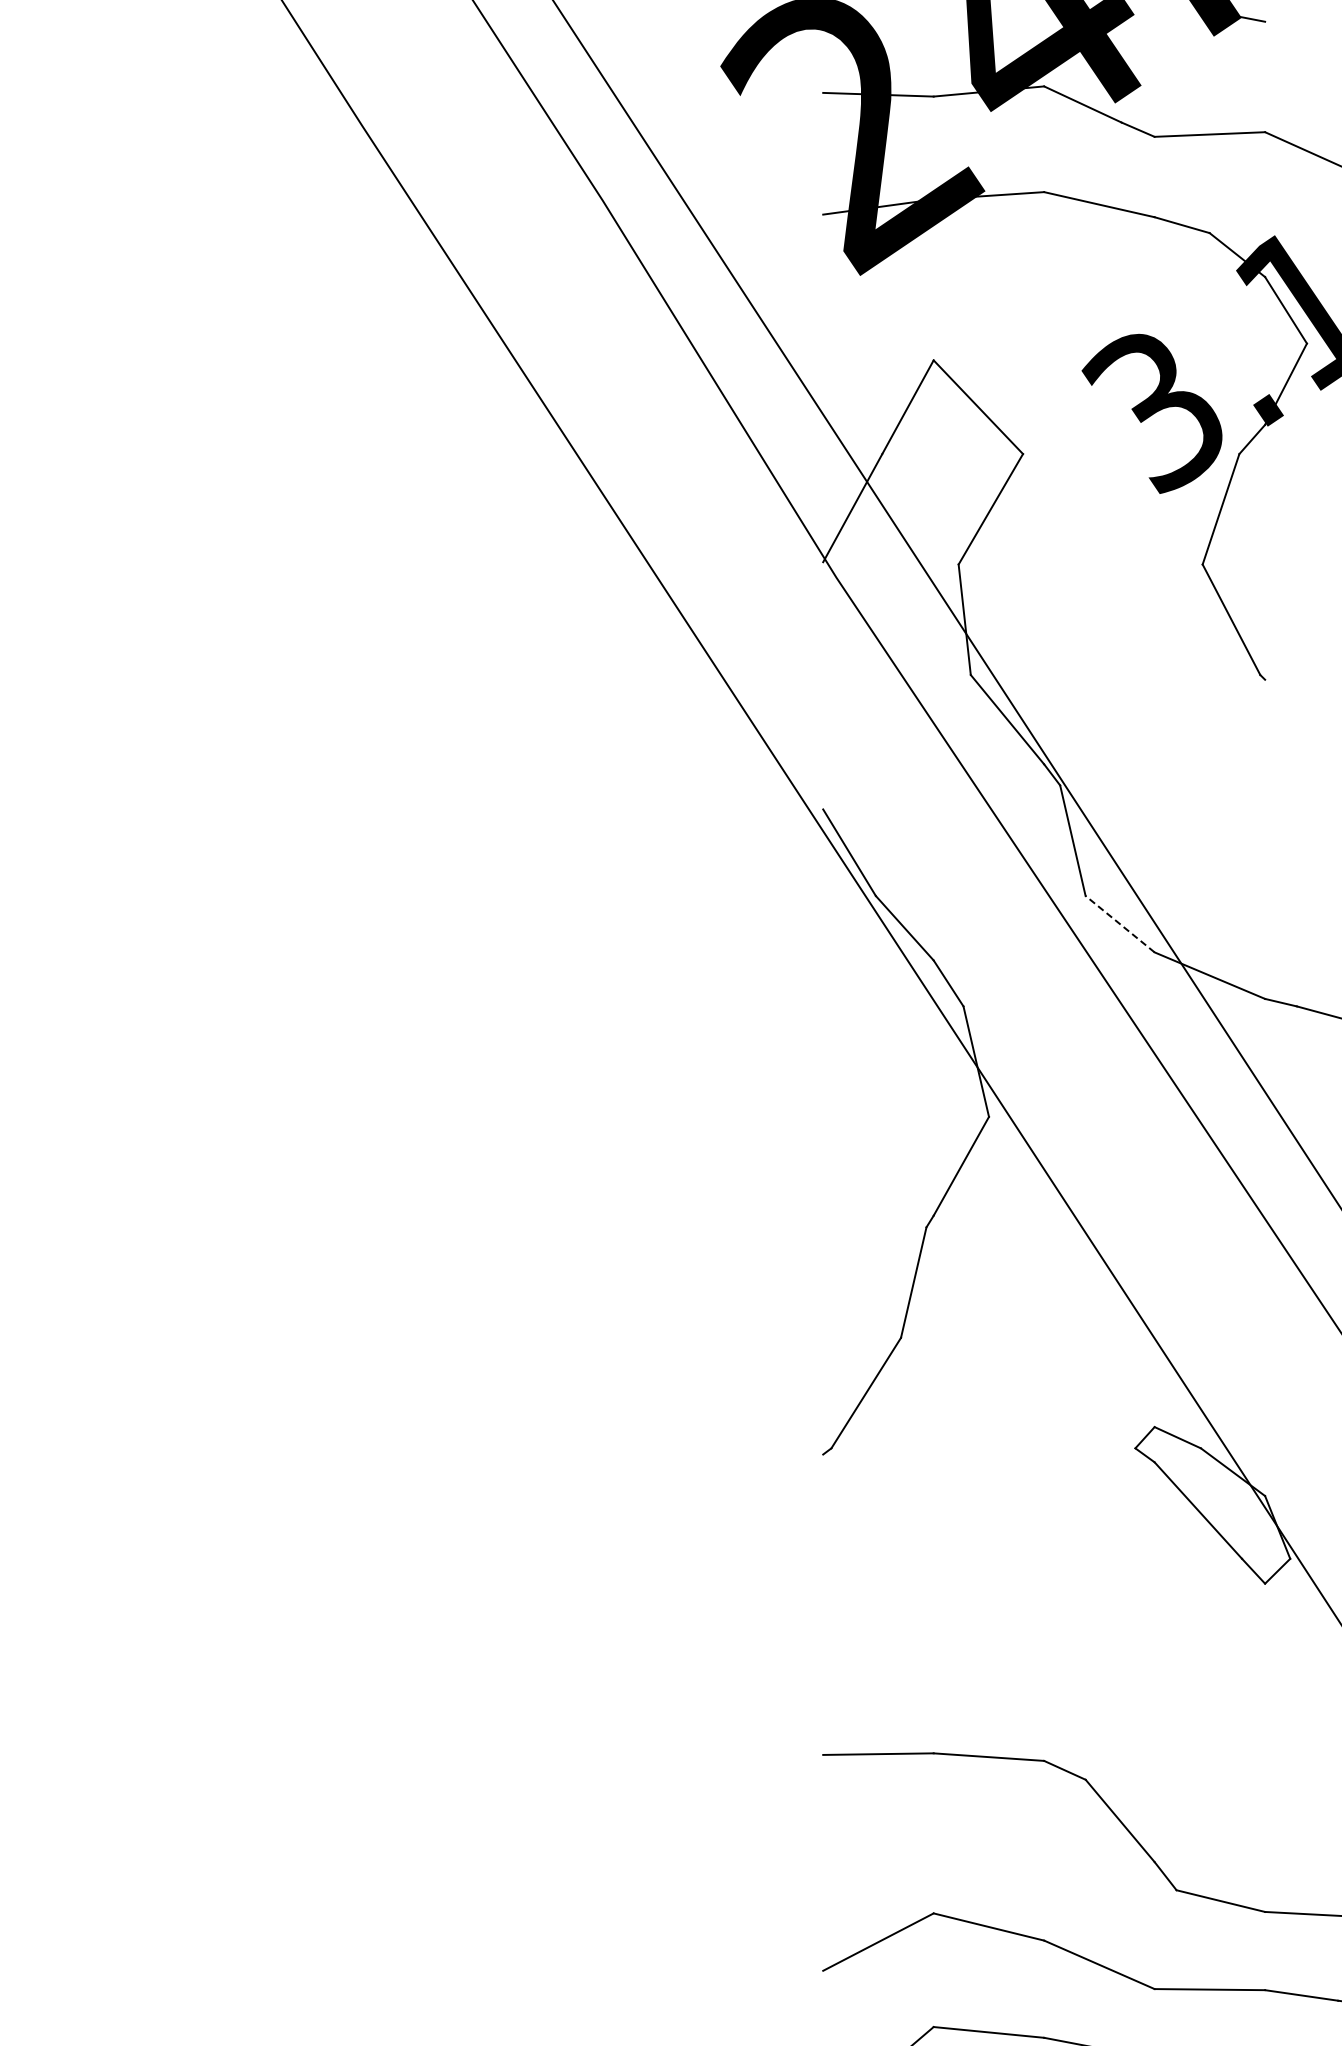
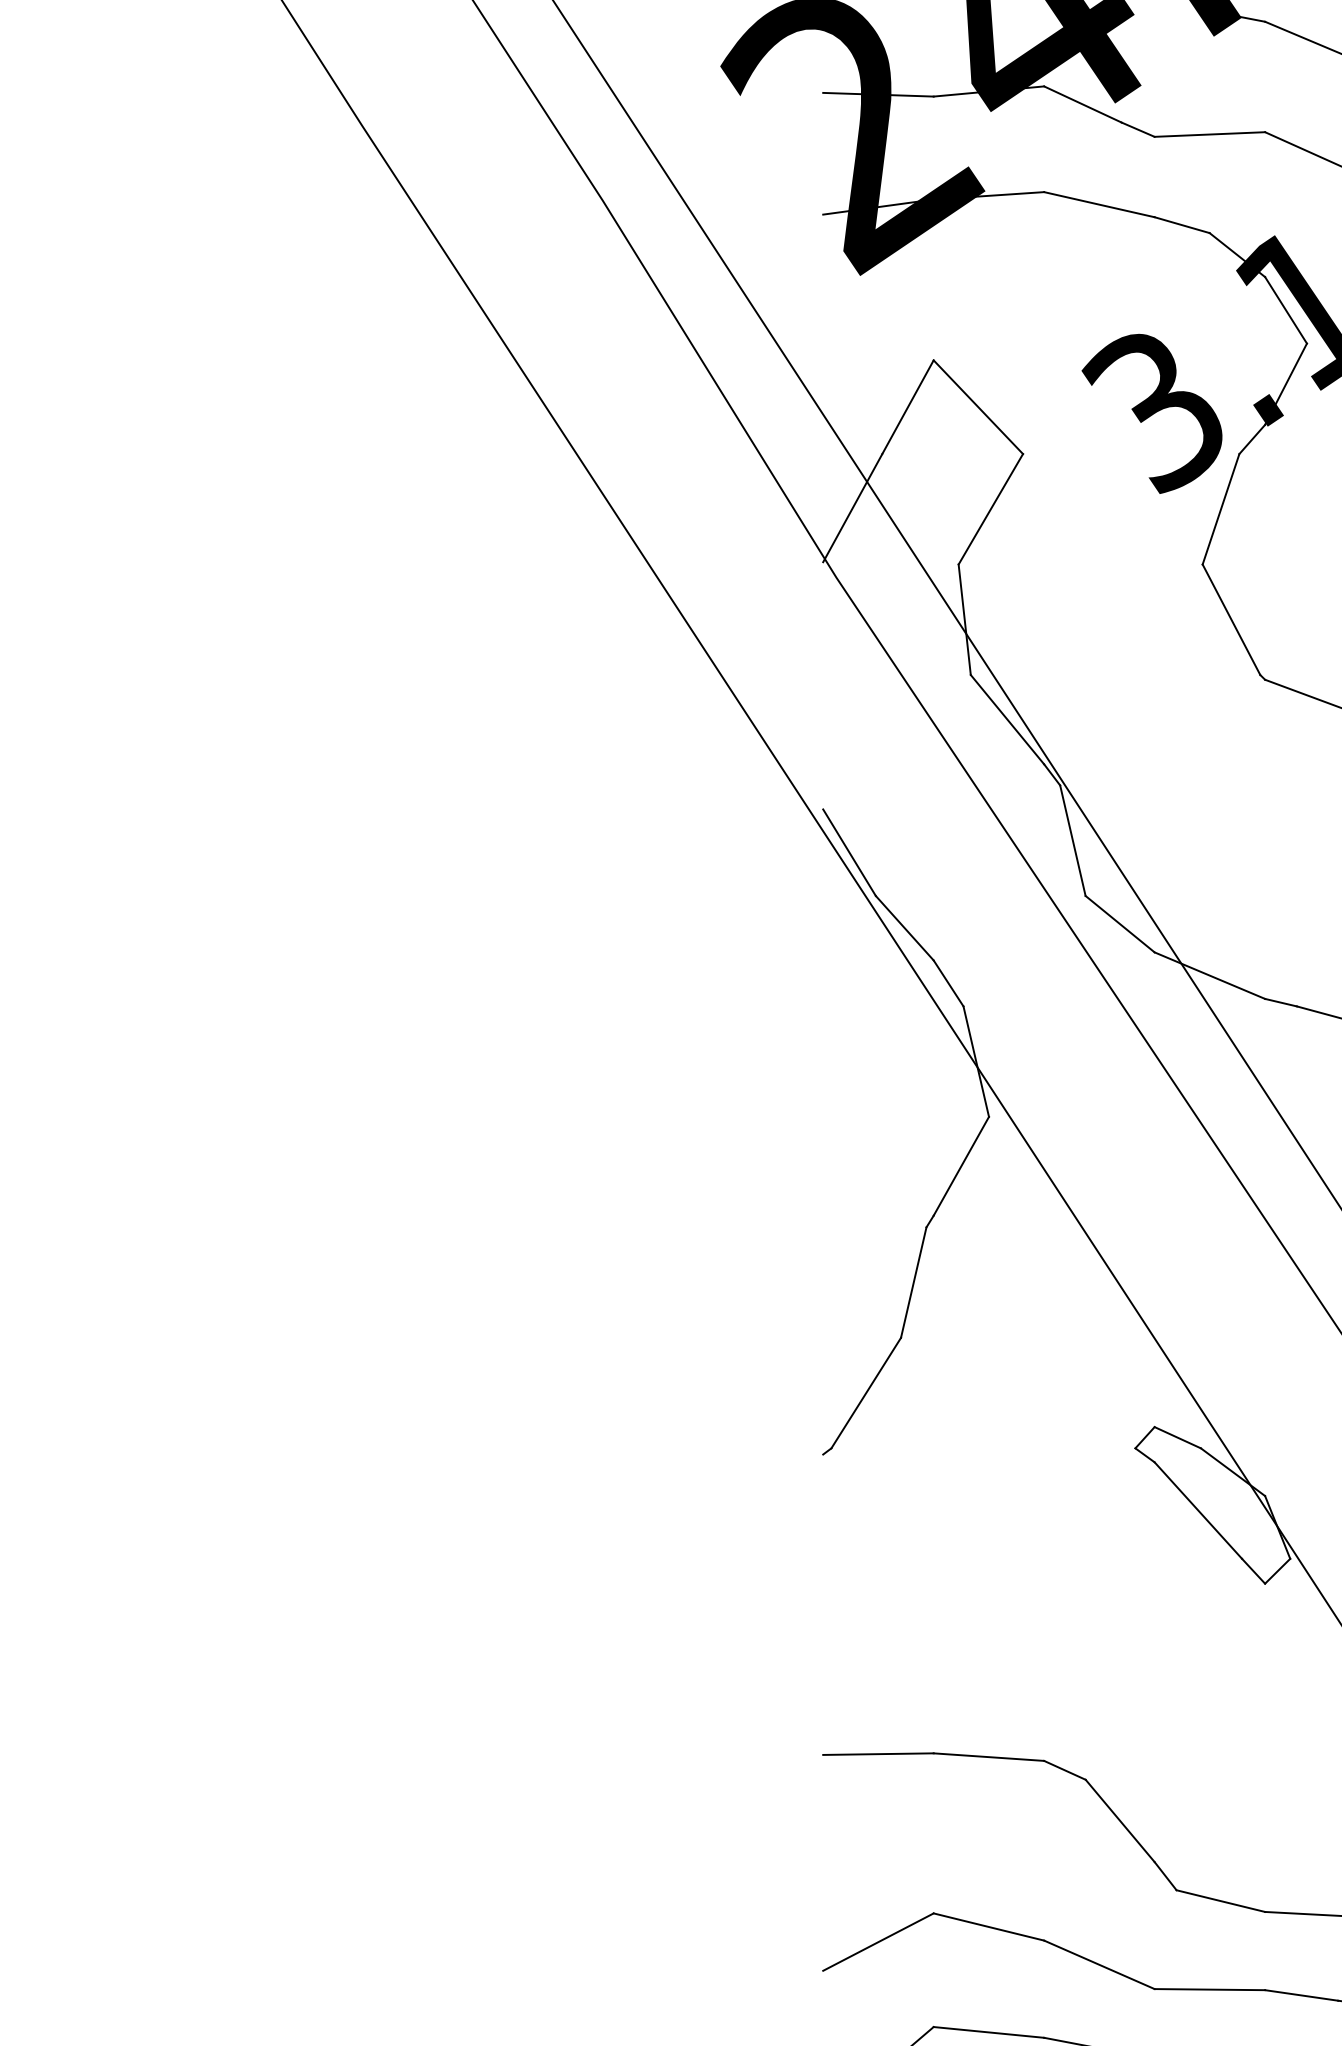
line at (1301, 36): none -> present
line at (1301, 693): none -> present
line at (1120, 924): dashed -> solid
